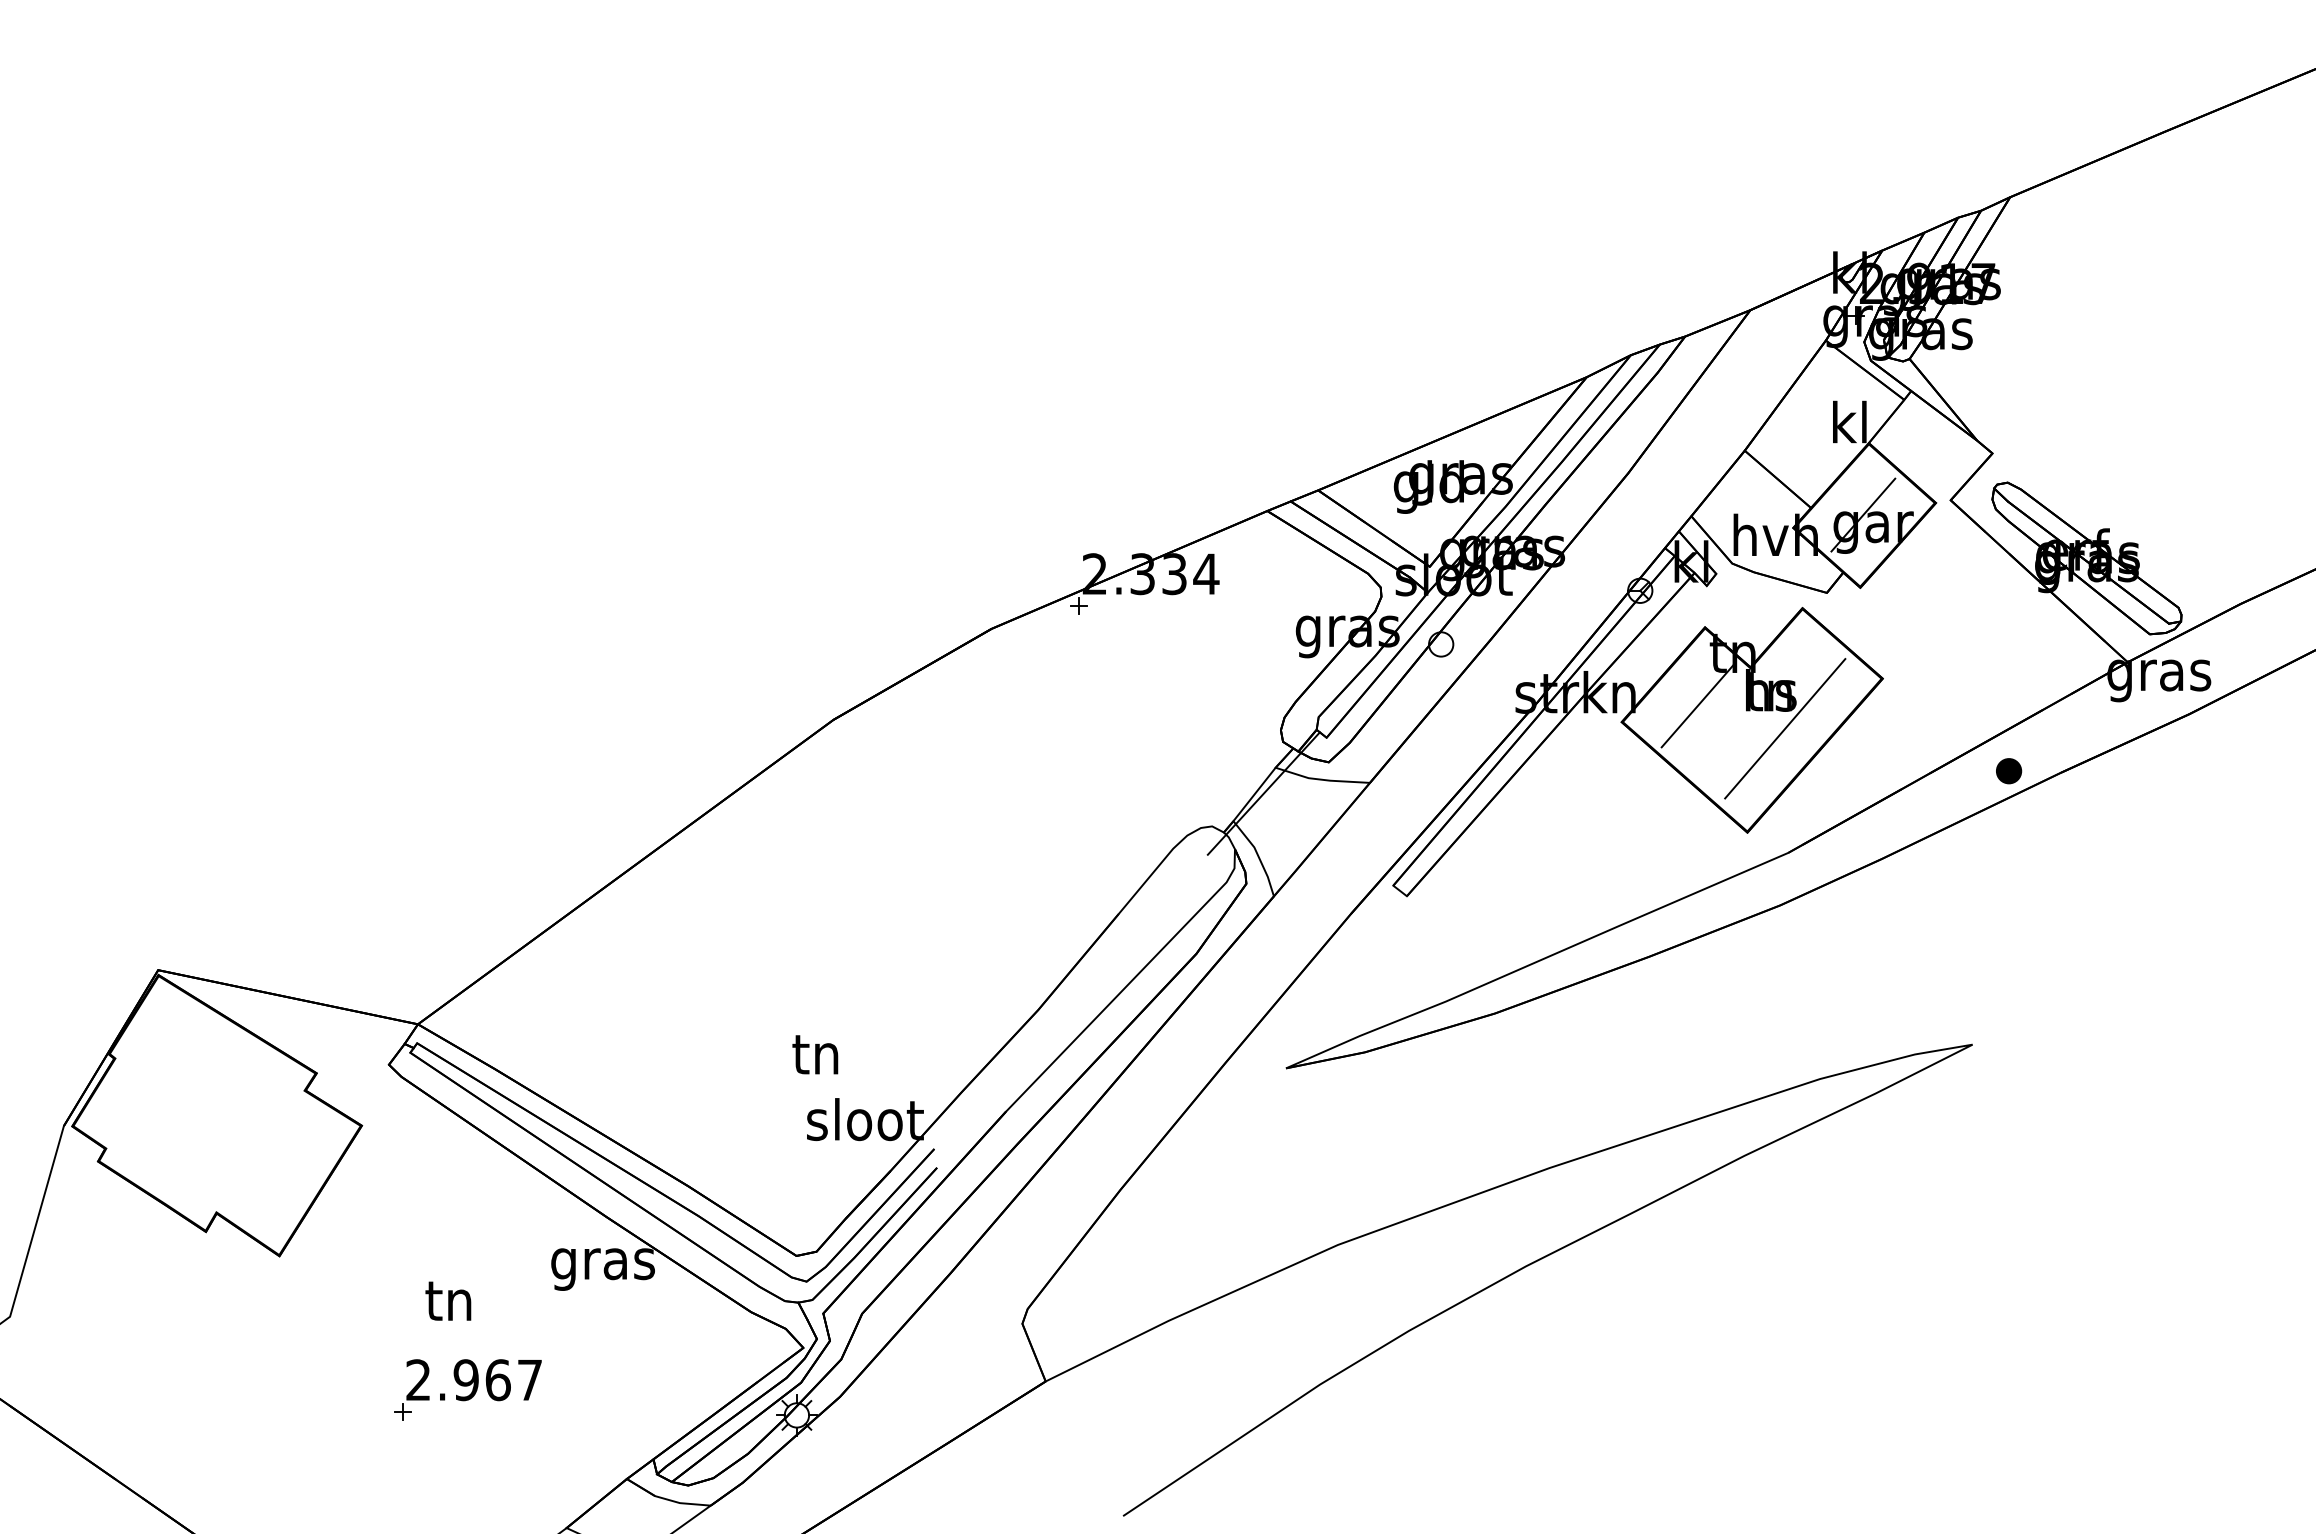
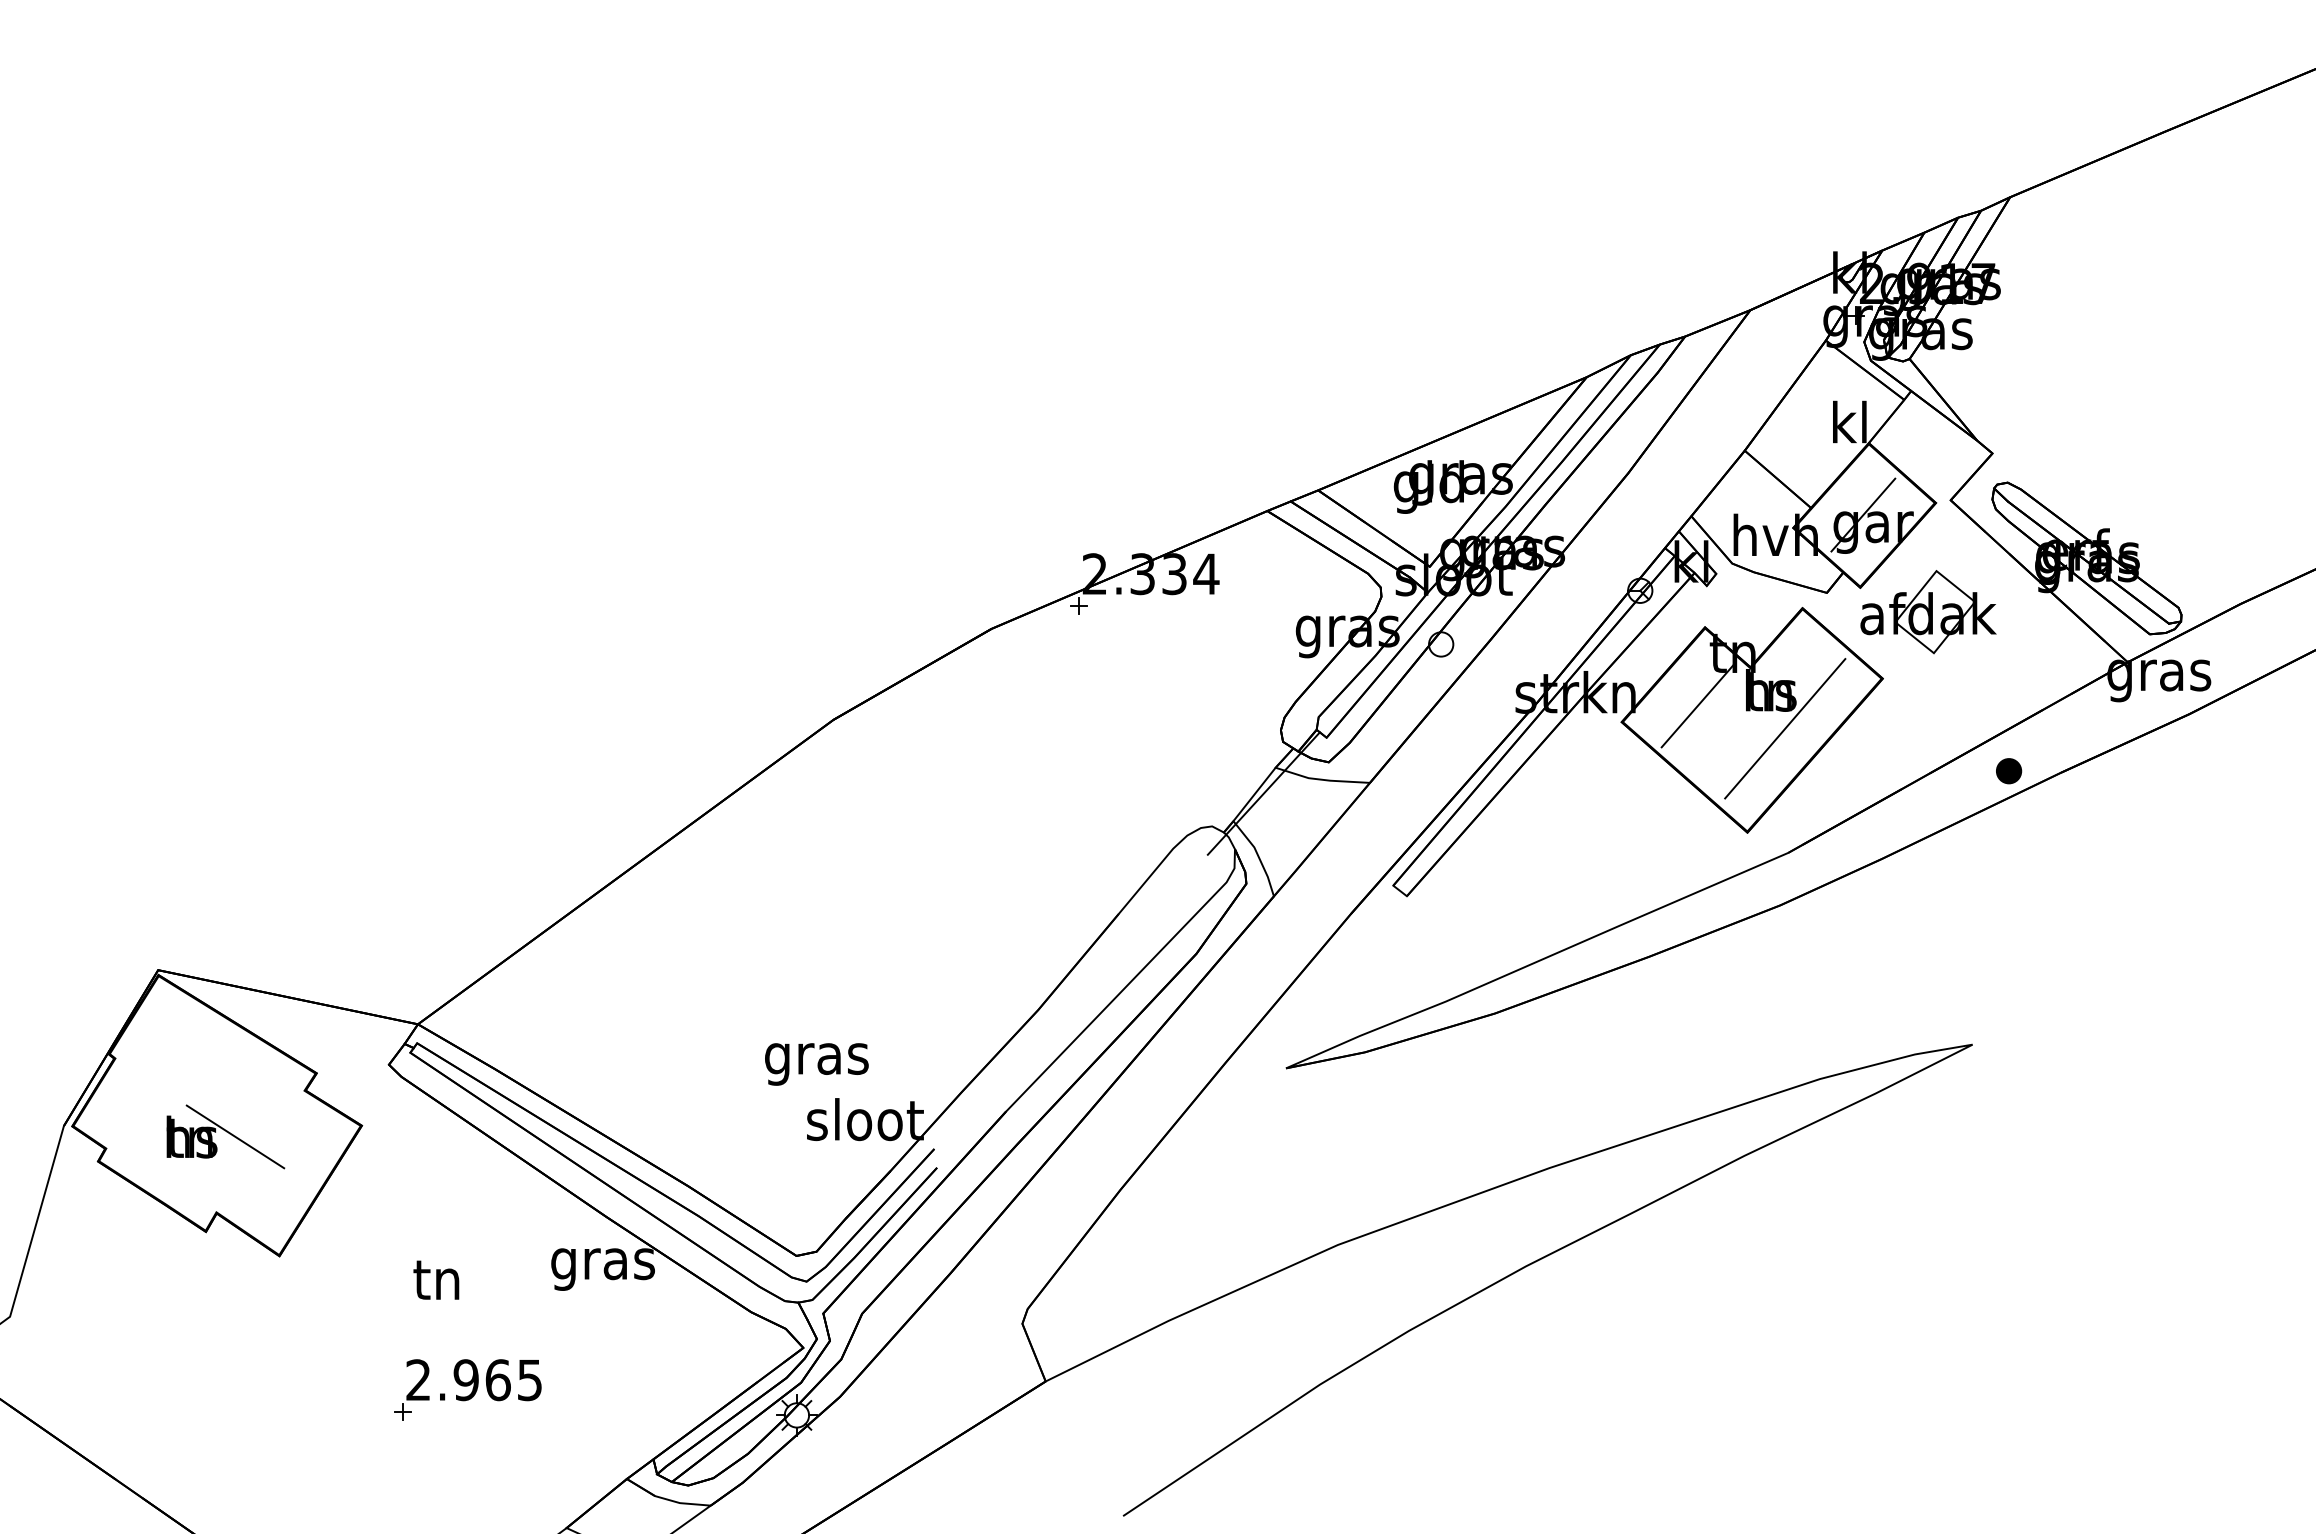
part at (1928, 612): none -> present
text at (816, 1060): tn -> gras
part at (225, 1136): none -> present
text at (448, 1300) position: (448, 1300) -> (436, 1279)
text at (529, 1380): 2.967 -> 2.965
